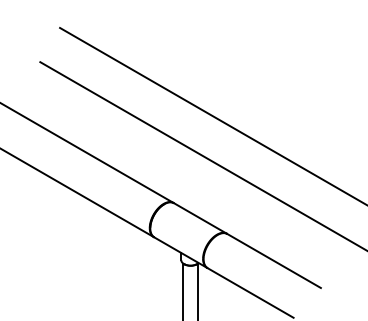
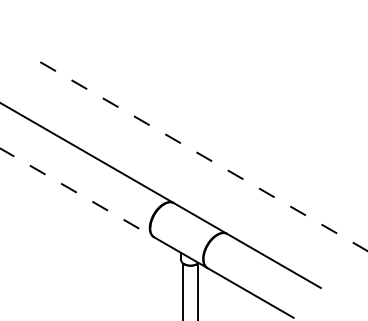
line at (212, 115): present -> none
line at (204, 156): solid -> dashed
line at (77, 192): solid -> dashed
